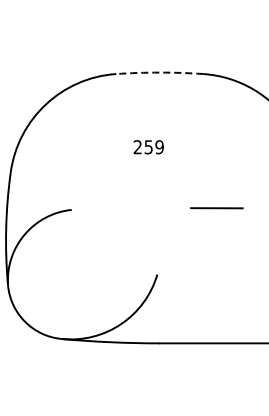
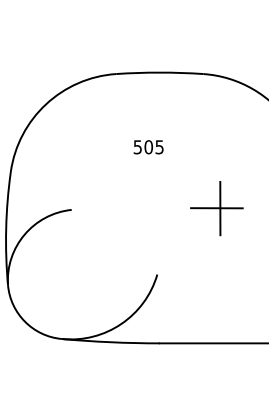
arc at (159, 72): dashed -> solid
text at (148, 147): 259 -> 505
line at (220, 208): none -> present
